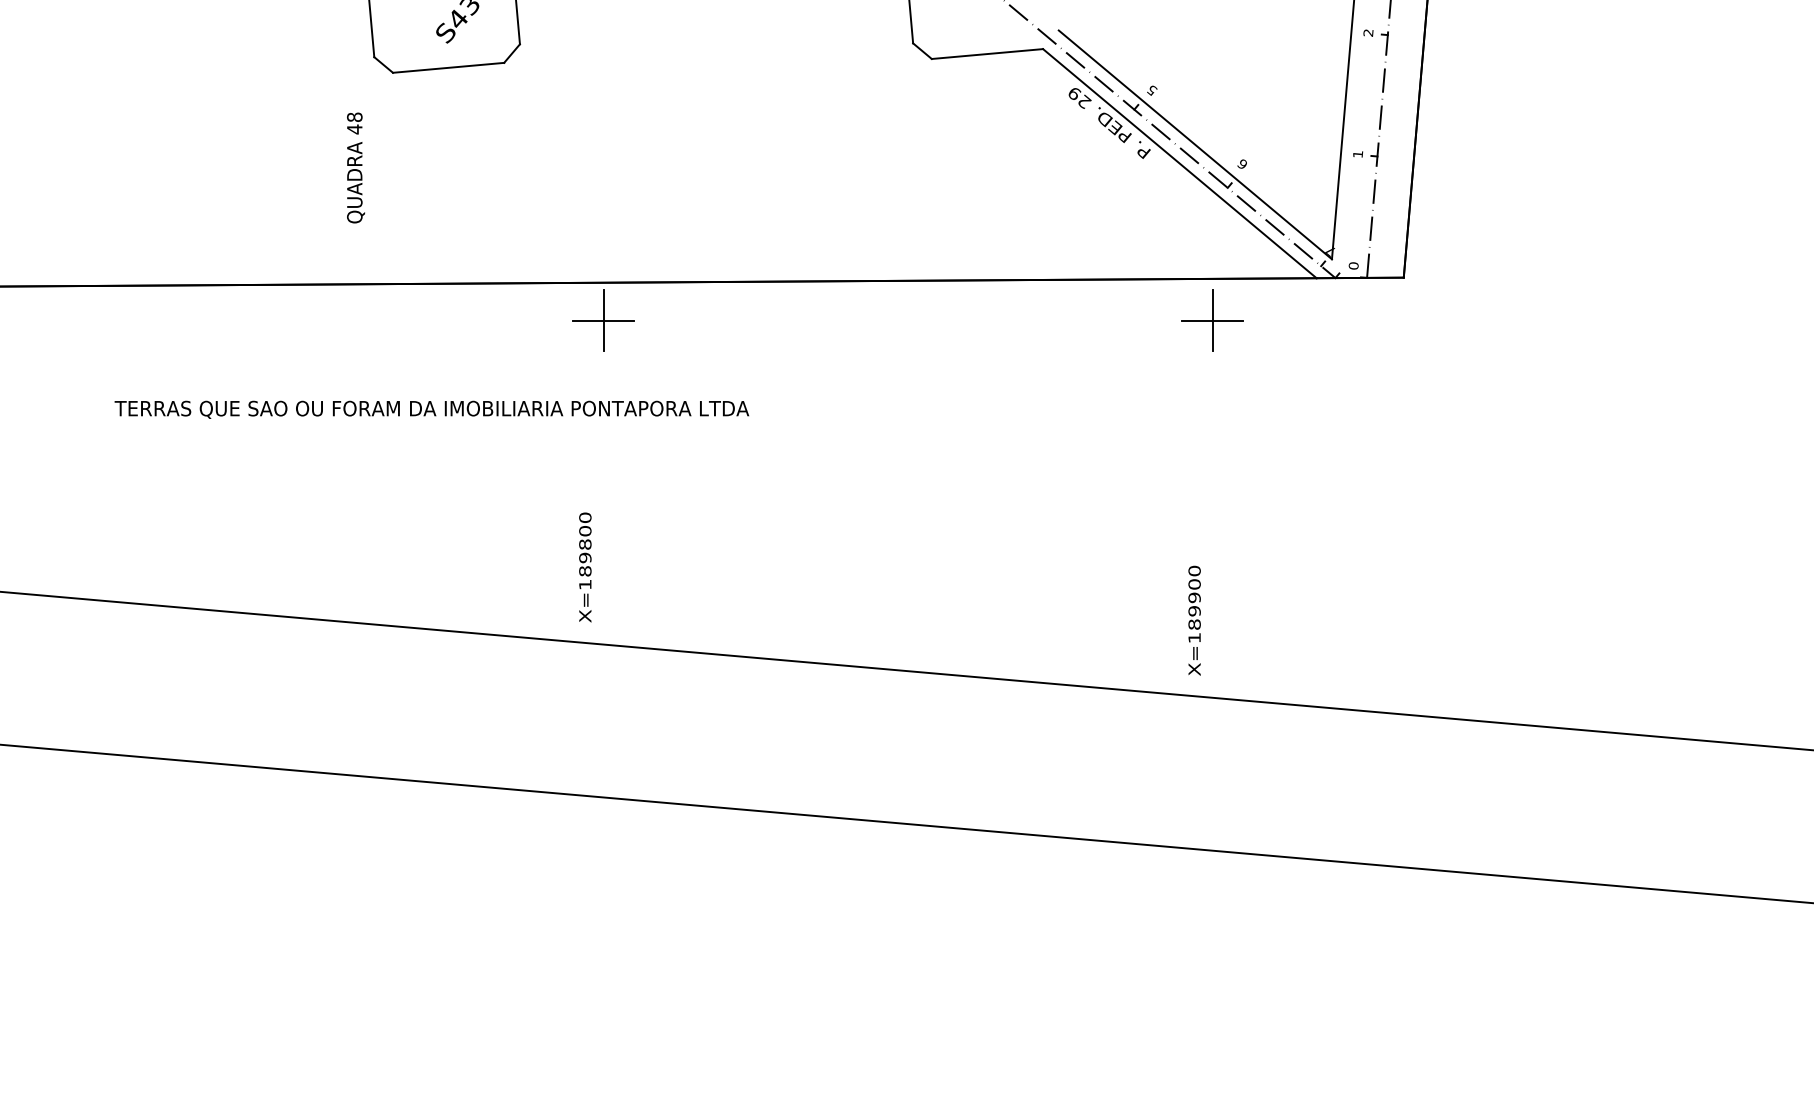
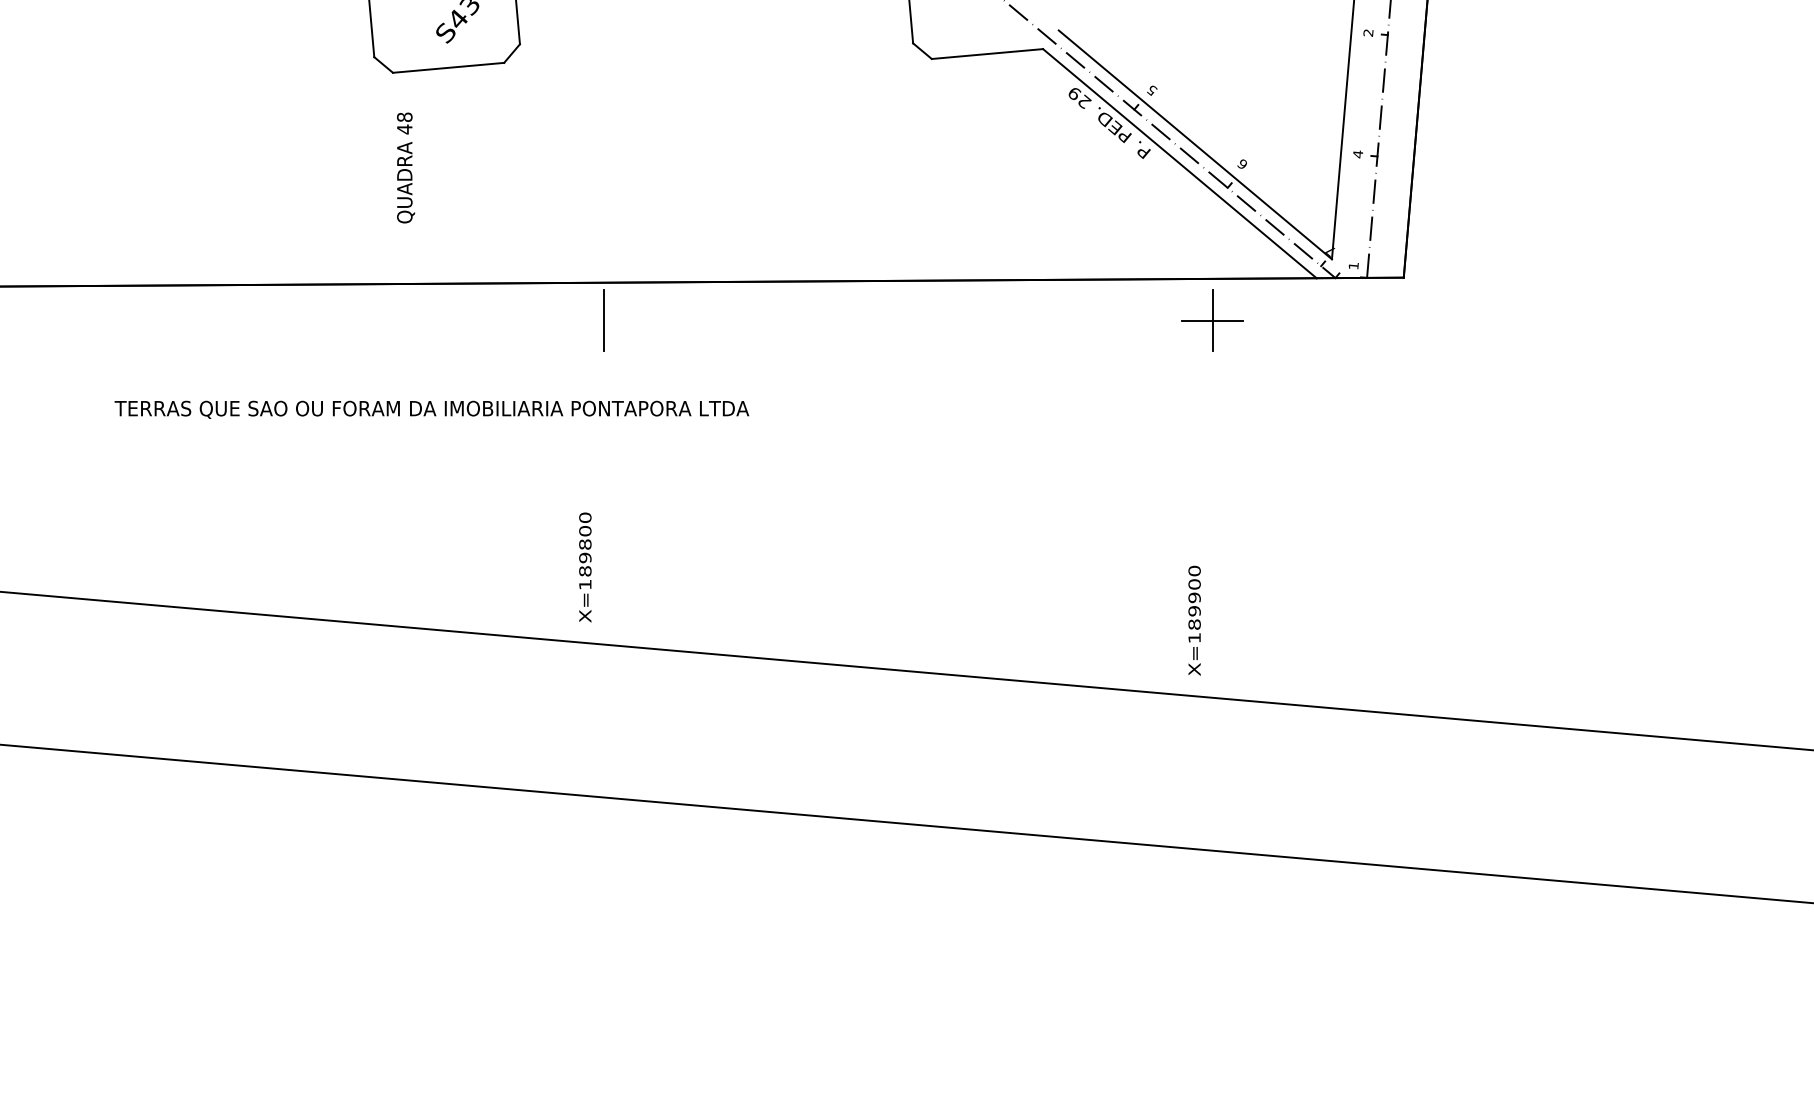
text at (1358, 154): 1 -> 4
text at (355, 167) position: (355, 167) -> (405, 167)
text at (1353, 265): 0 -> 1
line at (603, 320): present -> none
